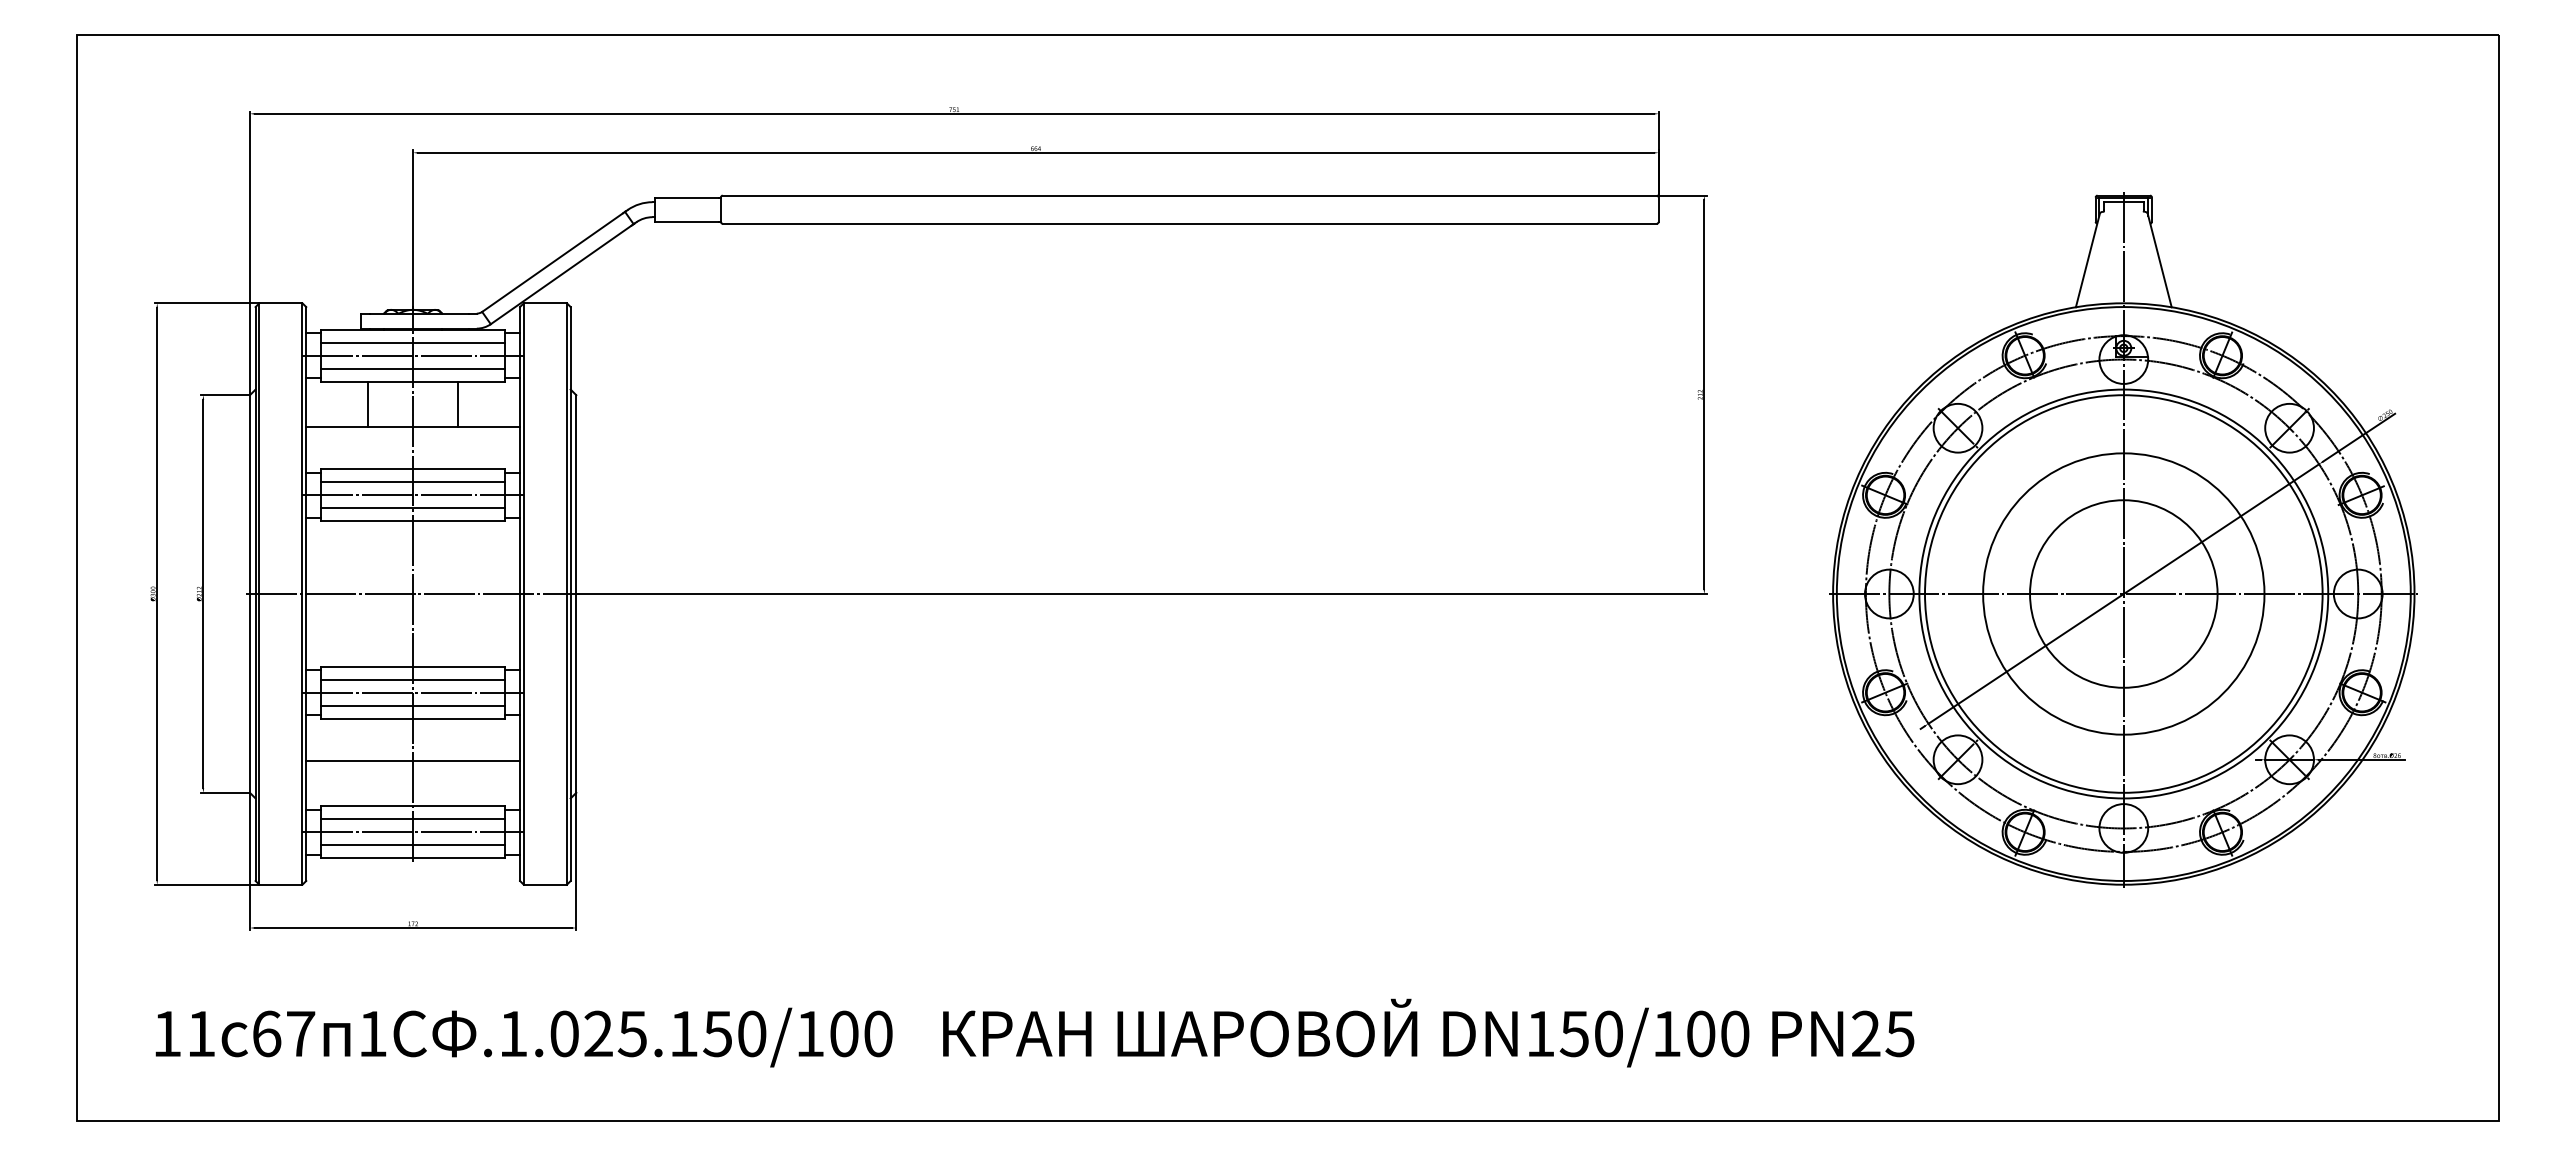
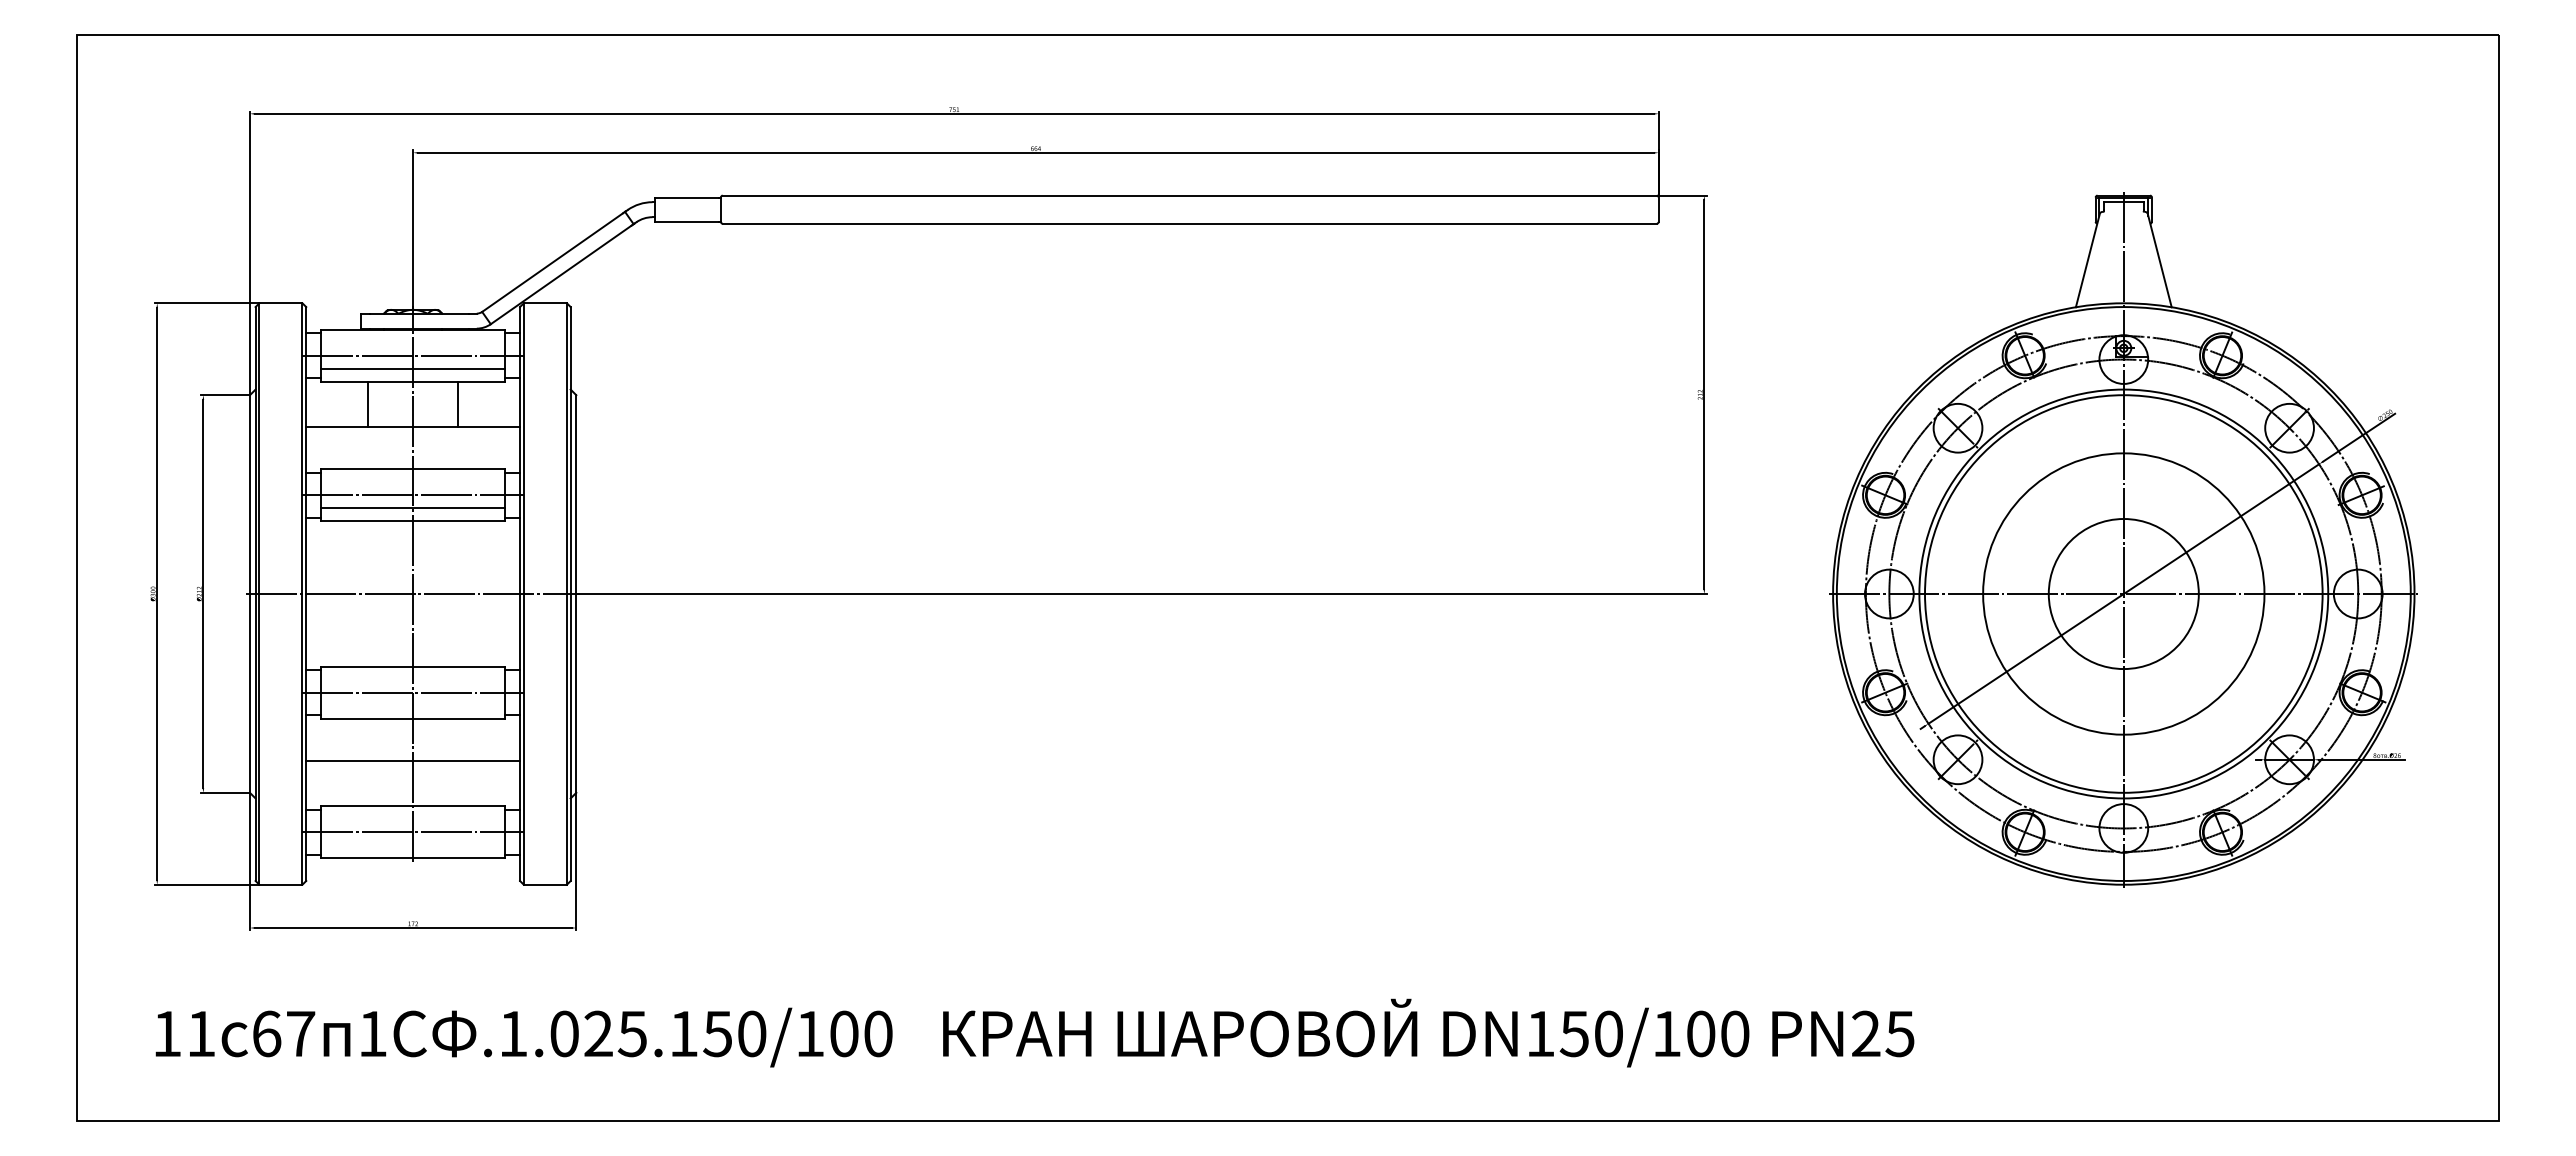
line at (413, 342): present -> none
line at (413, 482): present -> none
circle at (2123, 593) diameter: 188 px -> 150 px
line at (413, 679): present -> none
line at (413, 705): present -> none
line at (413, 819): present -> none
line at (413, 845): present -> none
